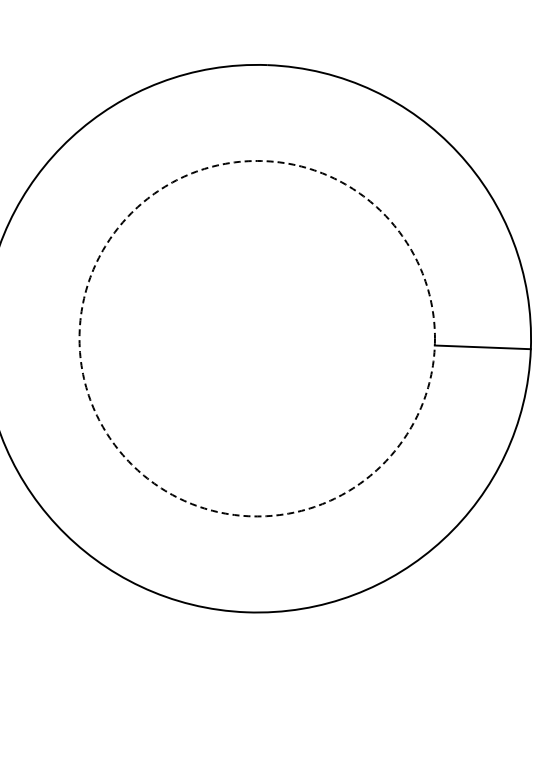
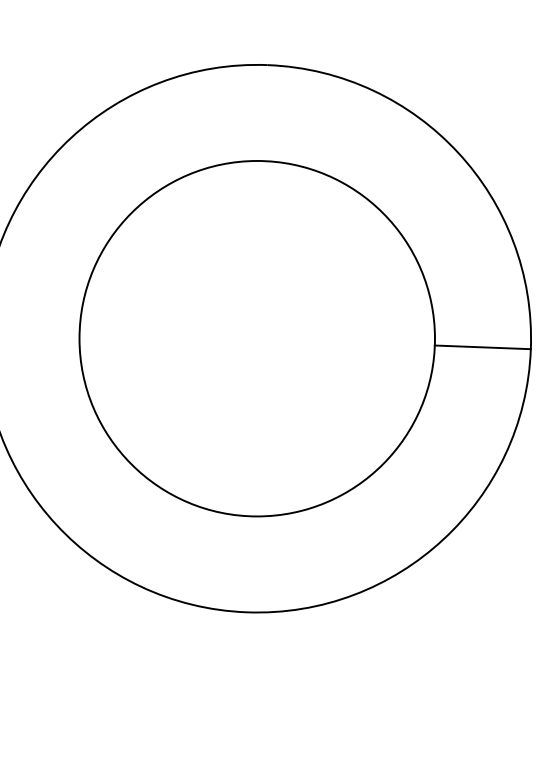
circle at (256, 338): dashed -> solid
